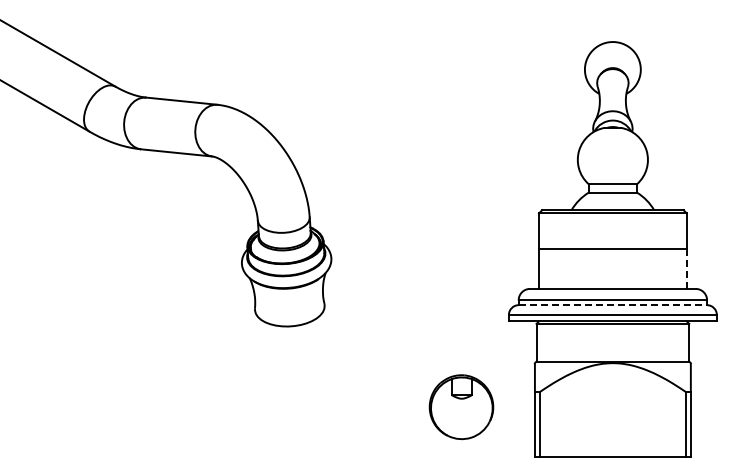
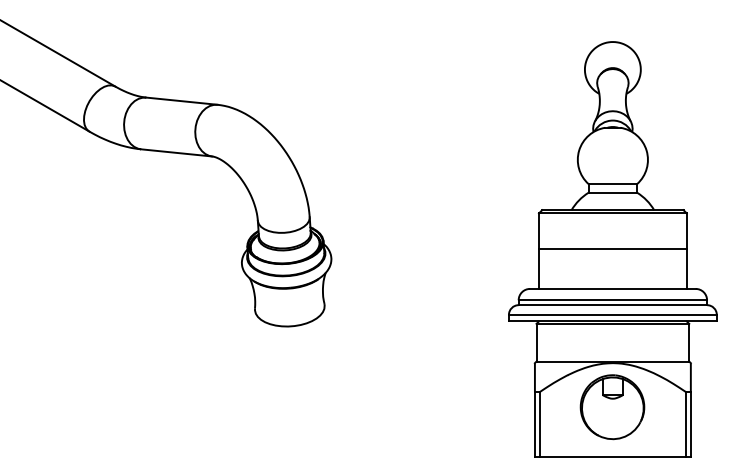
line at (686, 269): dashed -> solid
line at (613, 305): dashed -> solid
part at (461, 407) position: (461, 407) -> (612, 407)
